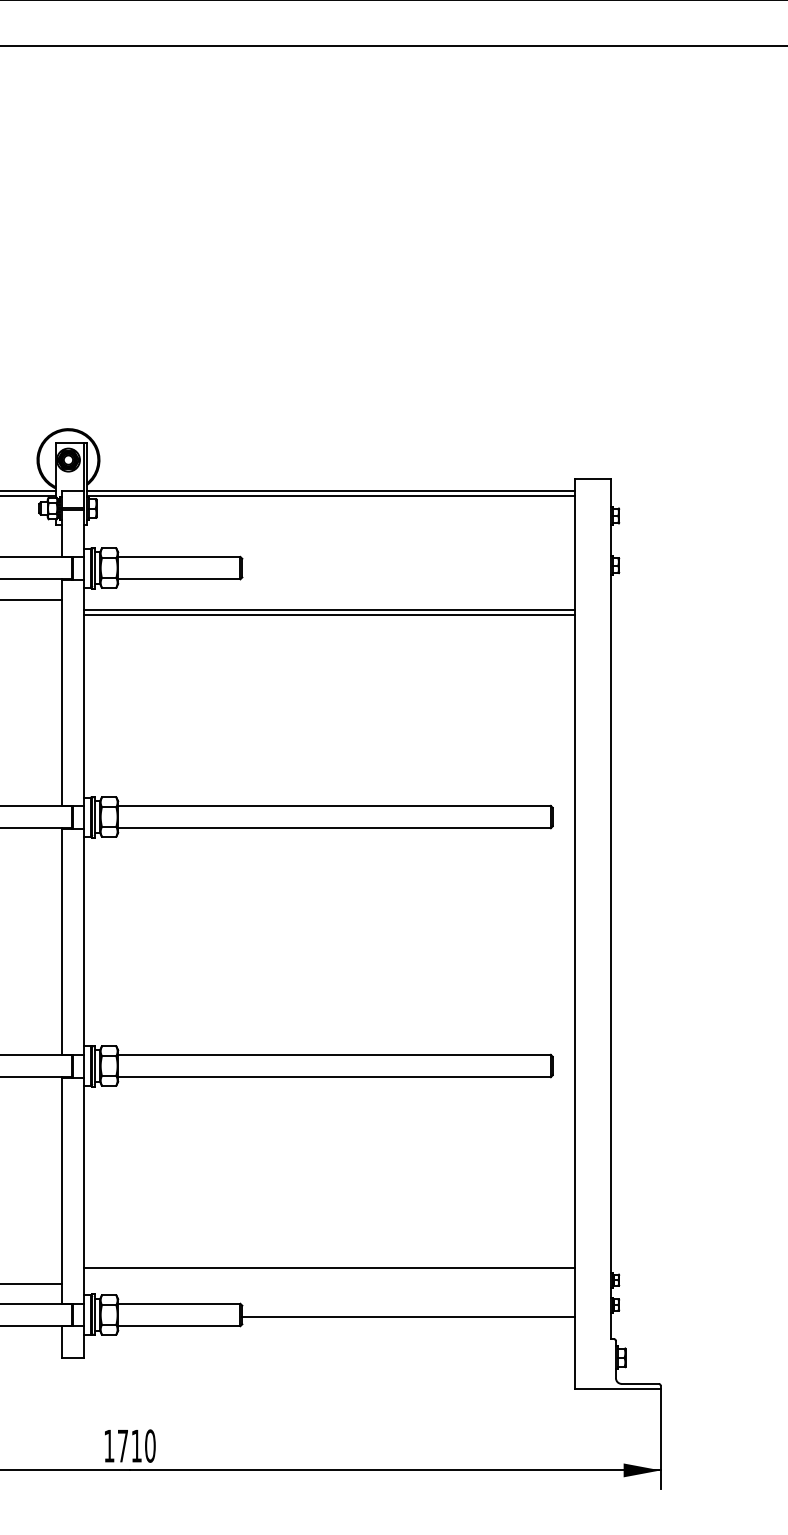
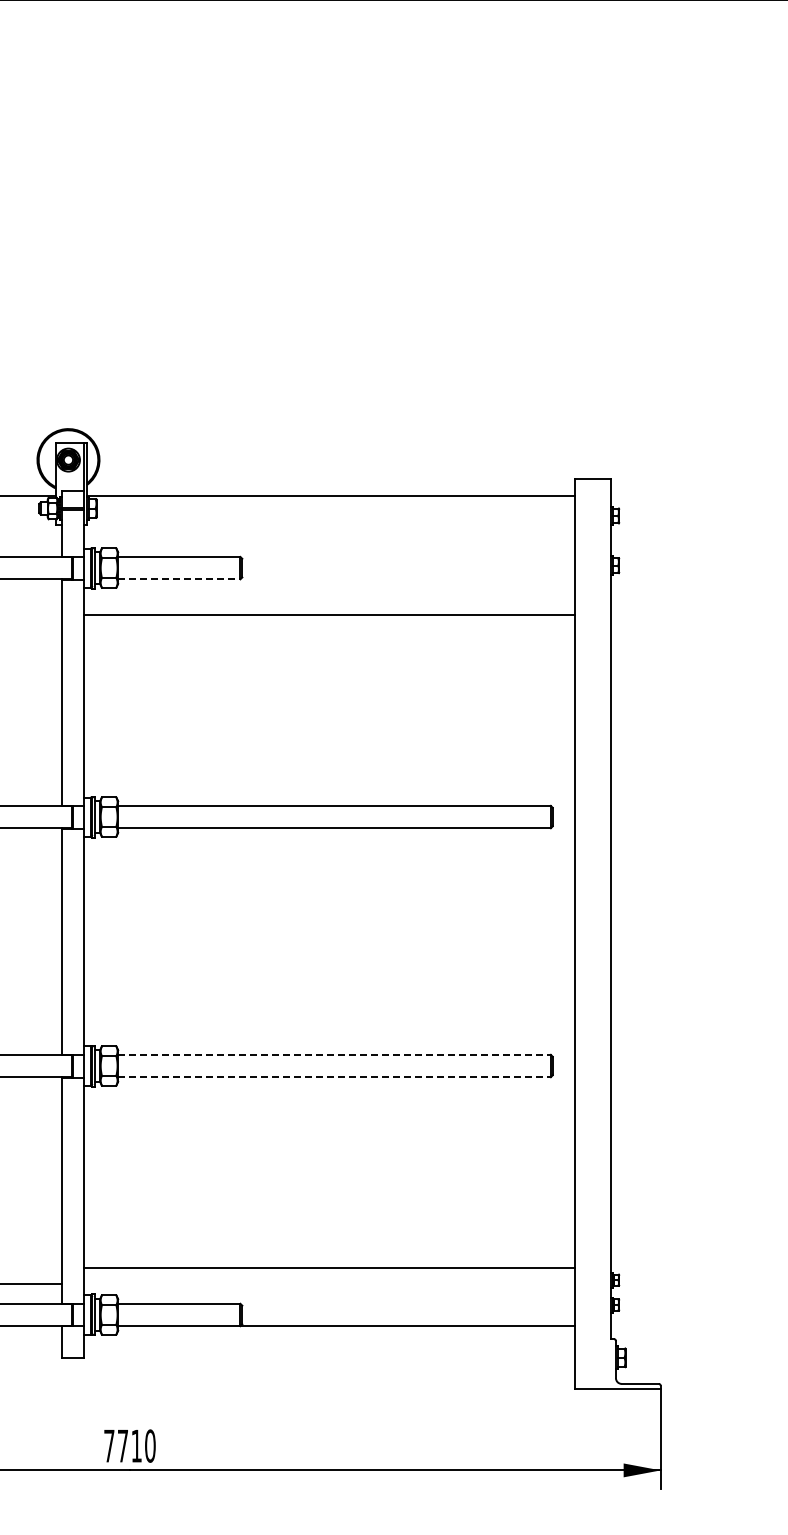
line at (393, 46): present -> none
line at (29, 491): present -> none
line at (331, 491): present -> none
line at (179, 579): solid -> dashed
line at (32, 599): present -> none
line at (329, 610): present -> none
line at (335, 1054): solid -> dashed
line at (335, 1077): solid -> dashed
line at (408, 1317) position: (408, 1317) -> (408, 1326)
text at (109, 1446): 1710 -> 7710
